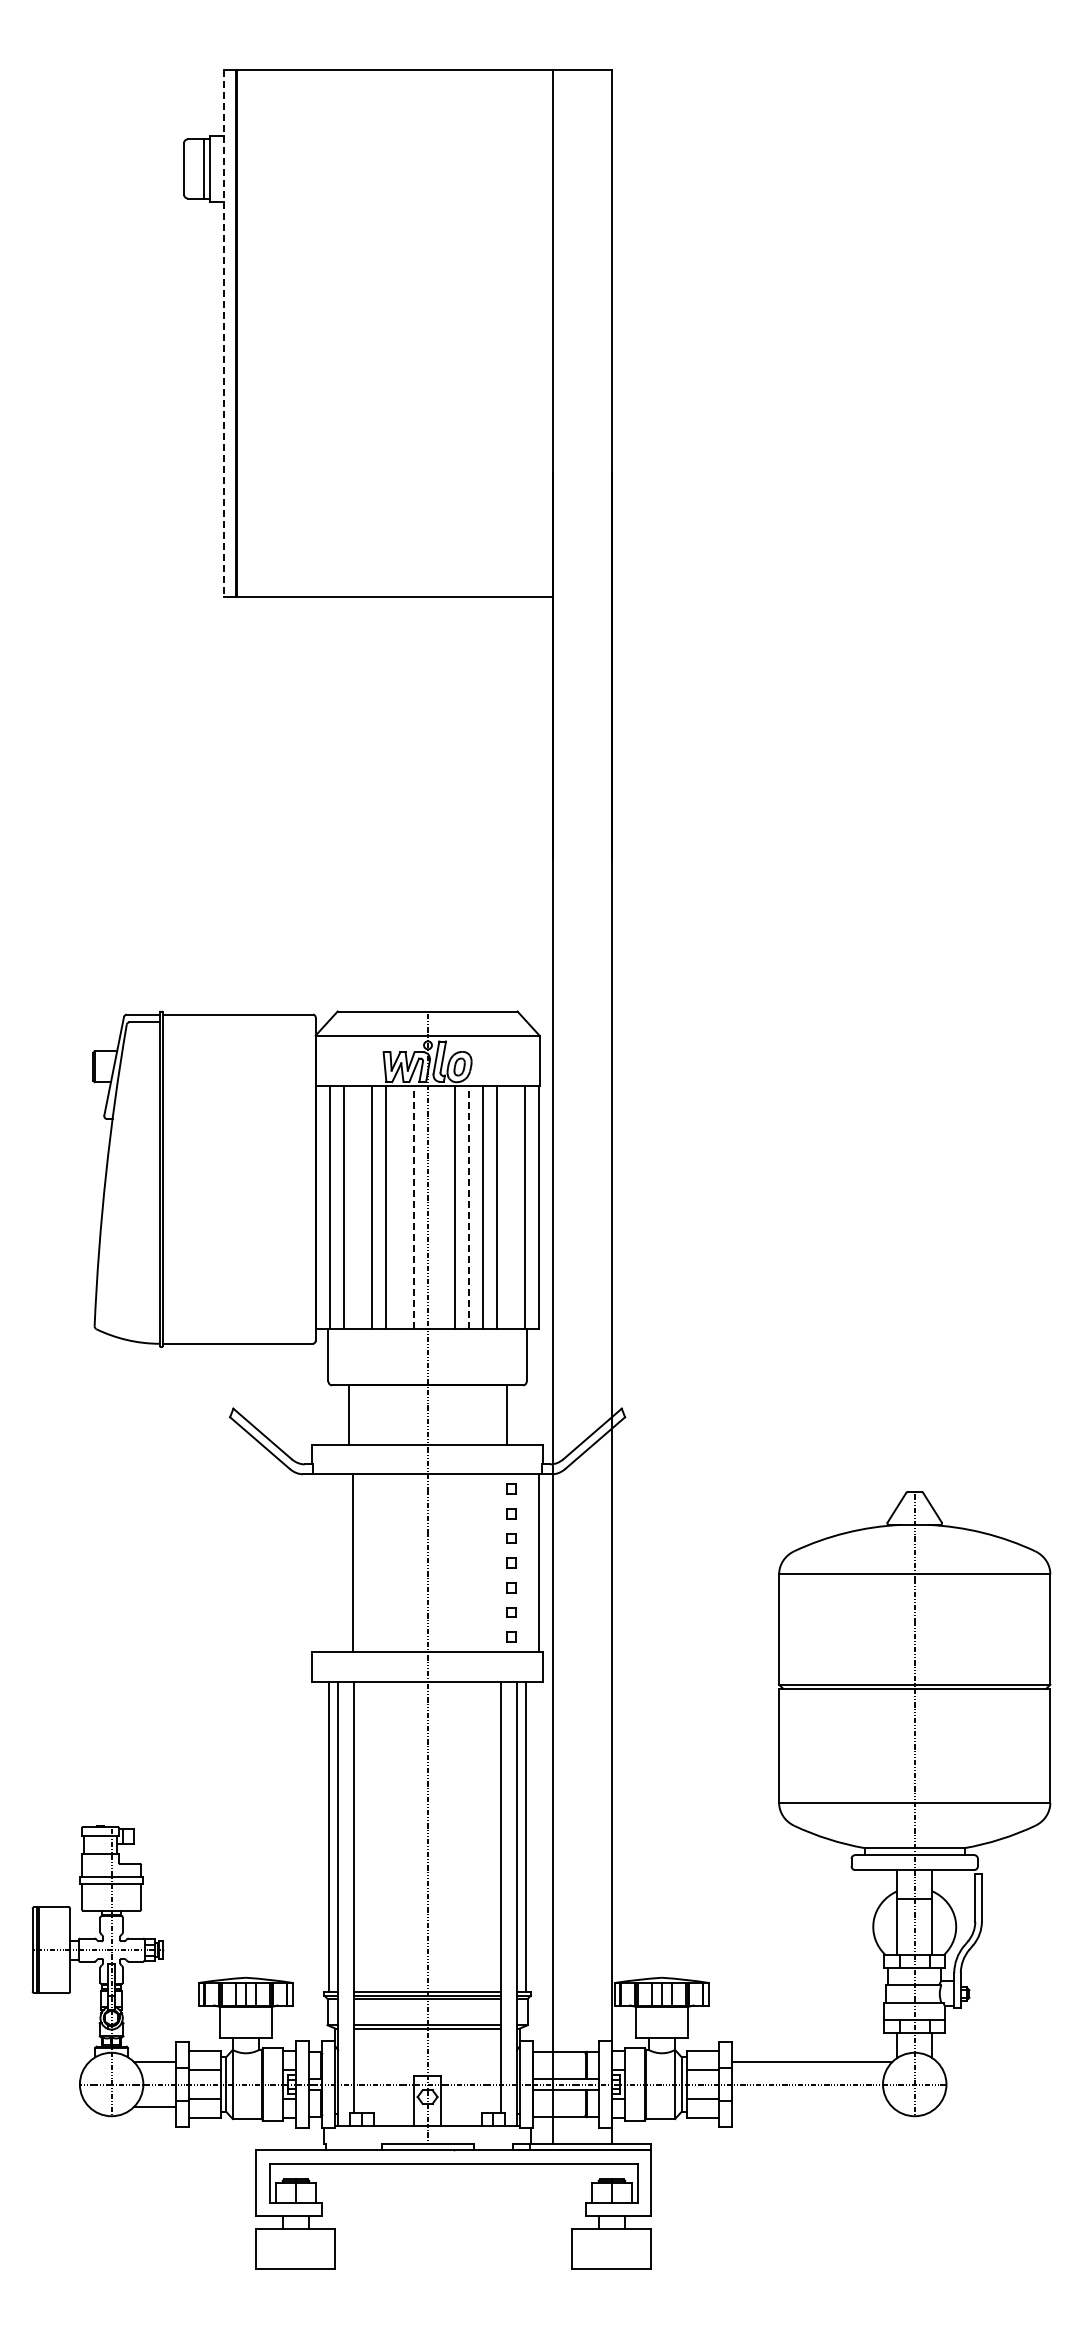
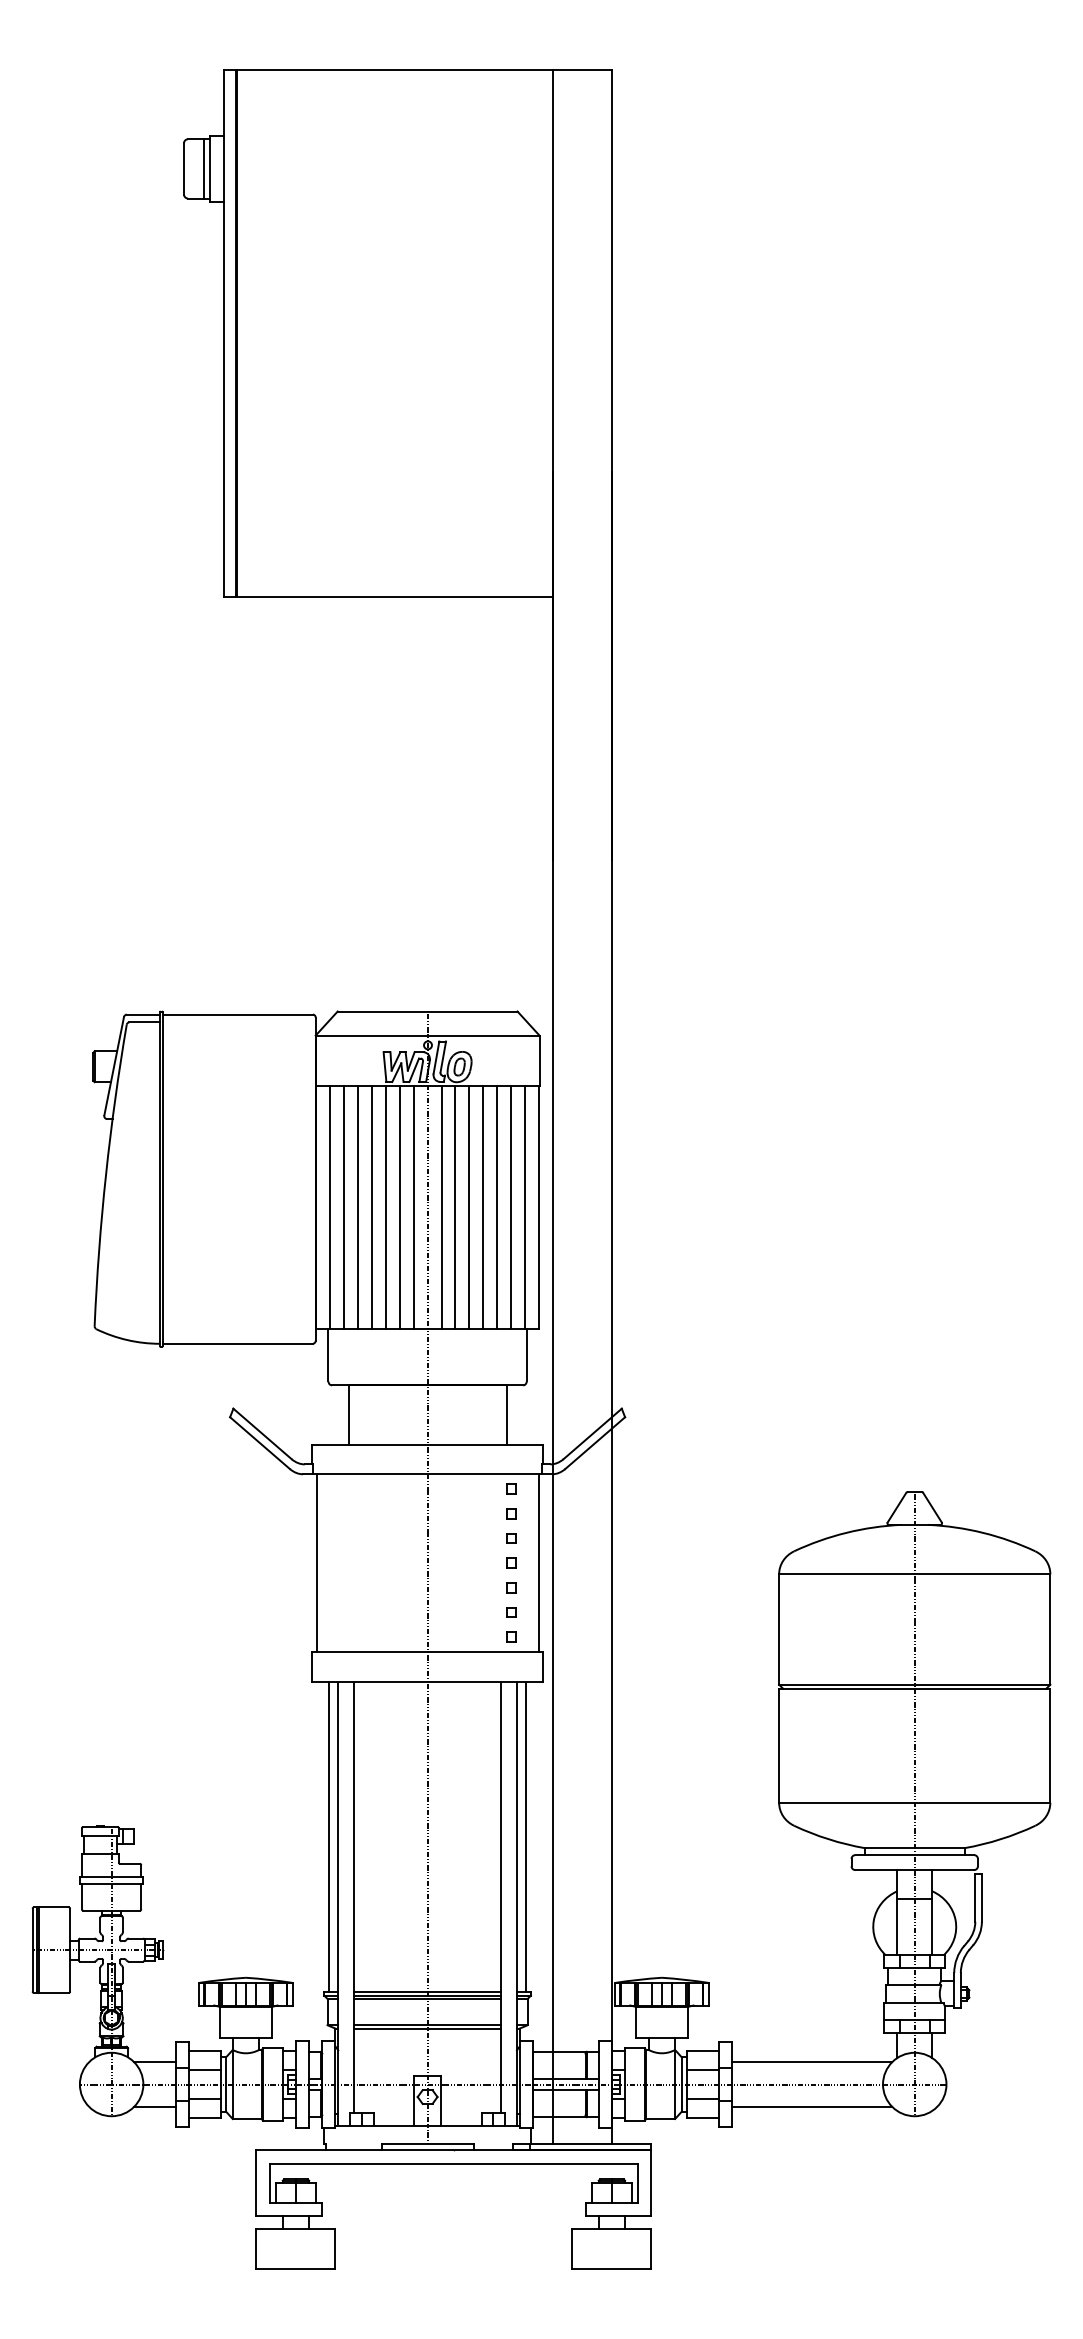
line at (223, 333): dashed -> solid
line at (358, 1207): none -> present
line at (399, 1207): none -> present
line at (413, 1207): dashed -> solid
line at (441, 1207): none -> present
line at (469, 1207): dashed -> solid
line at (510, 1207): none -> present
line at (352, 1563) position: (352, 1563) -> (316, 1563)
line at (811, 2106): none -> present
